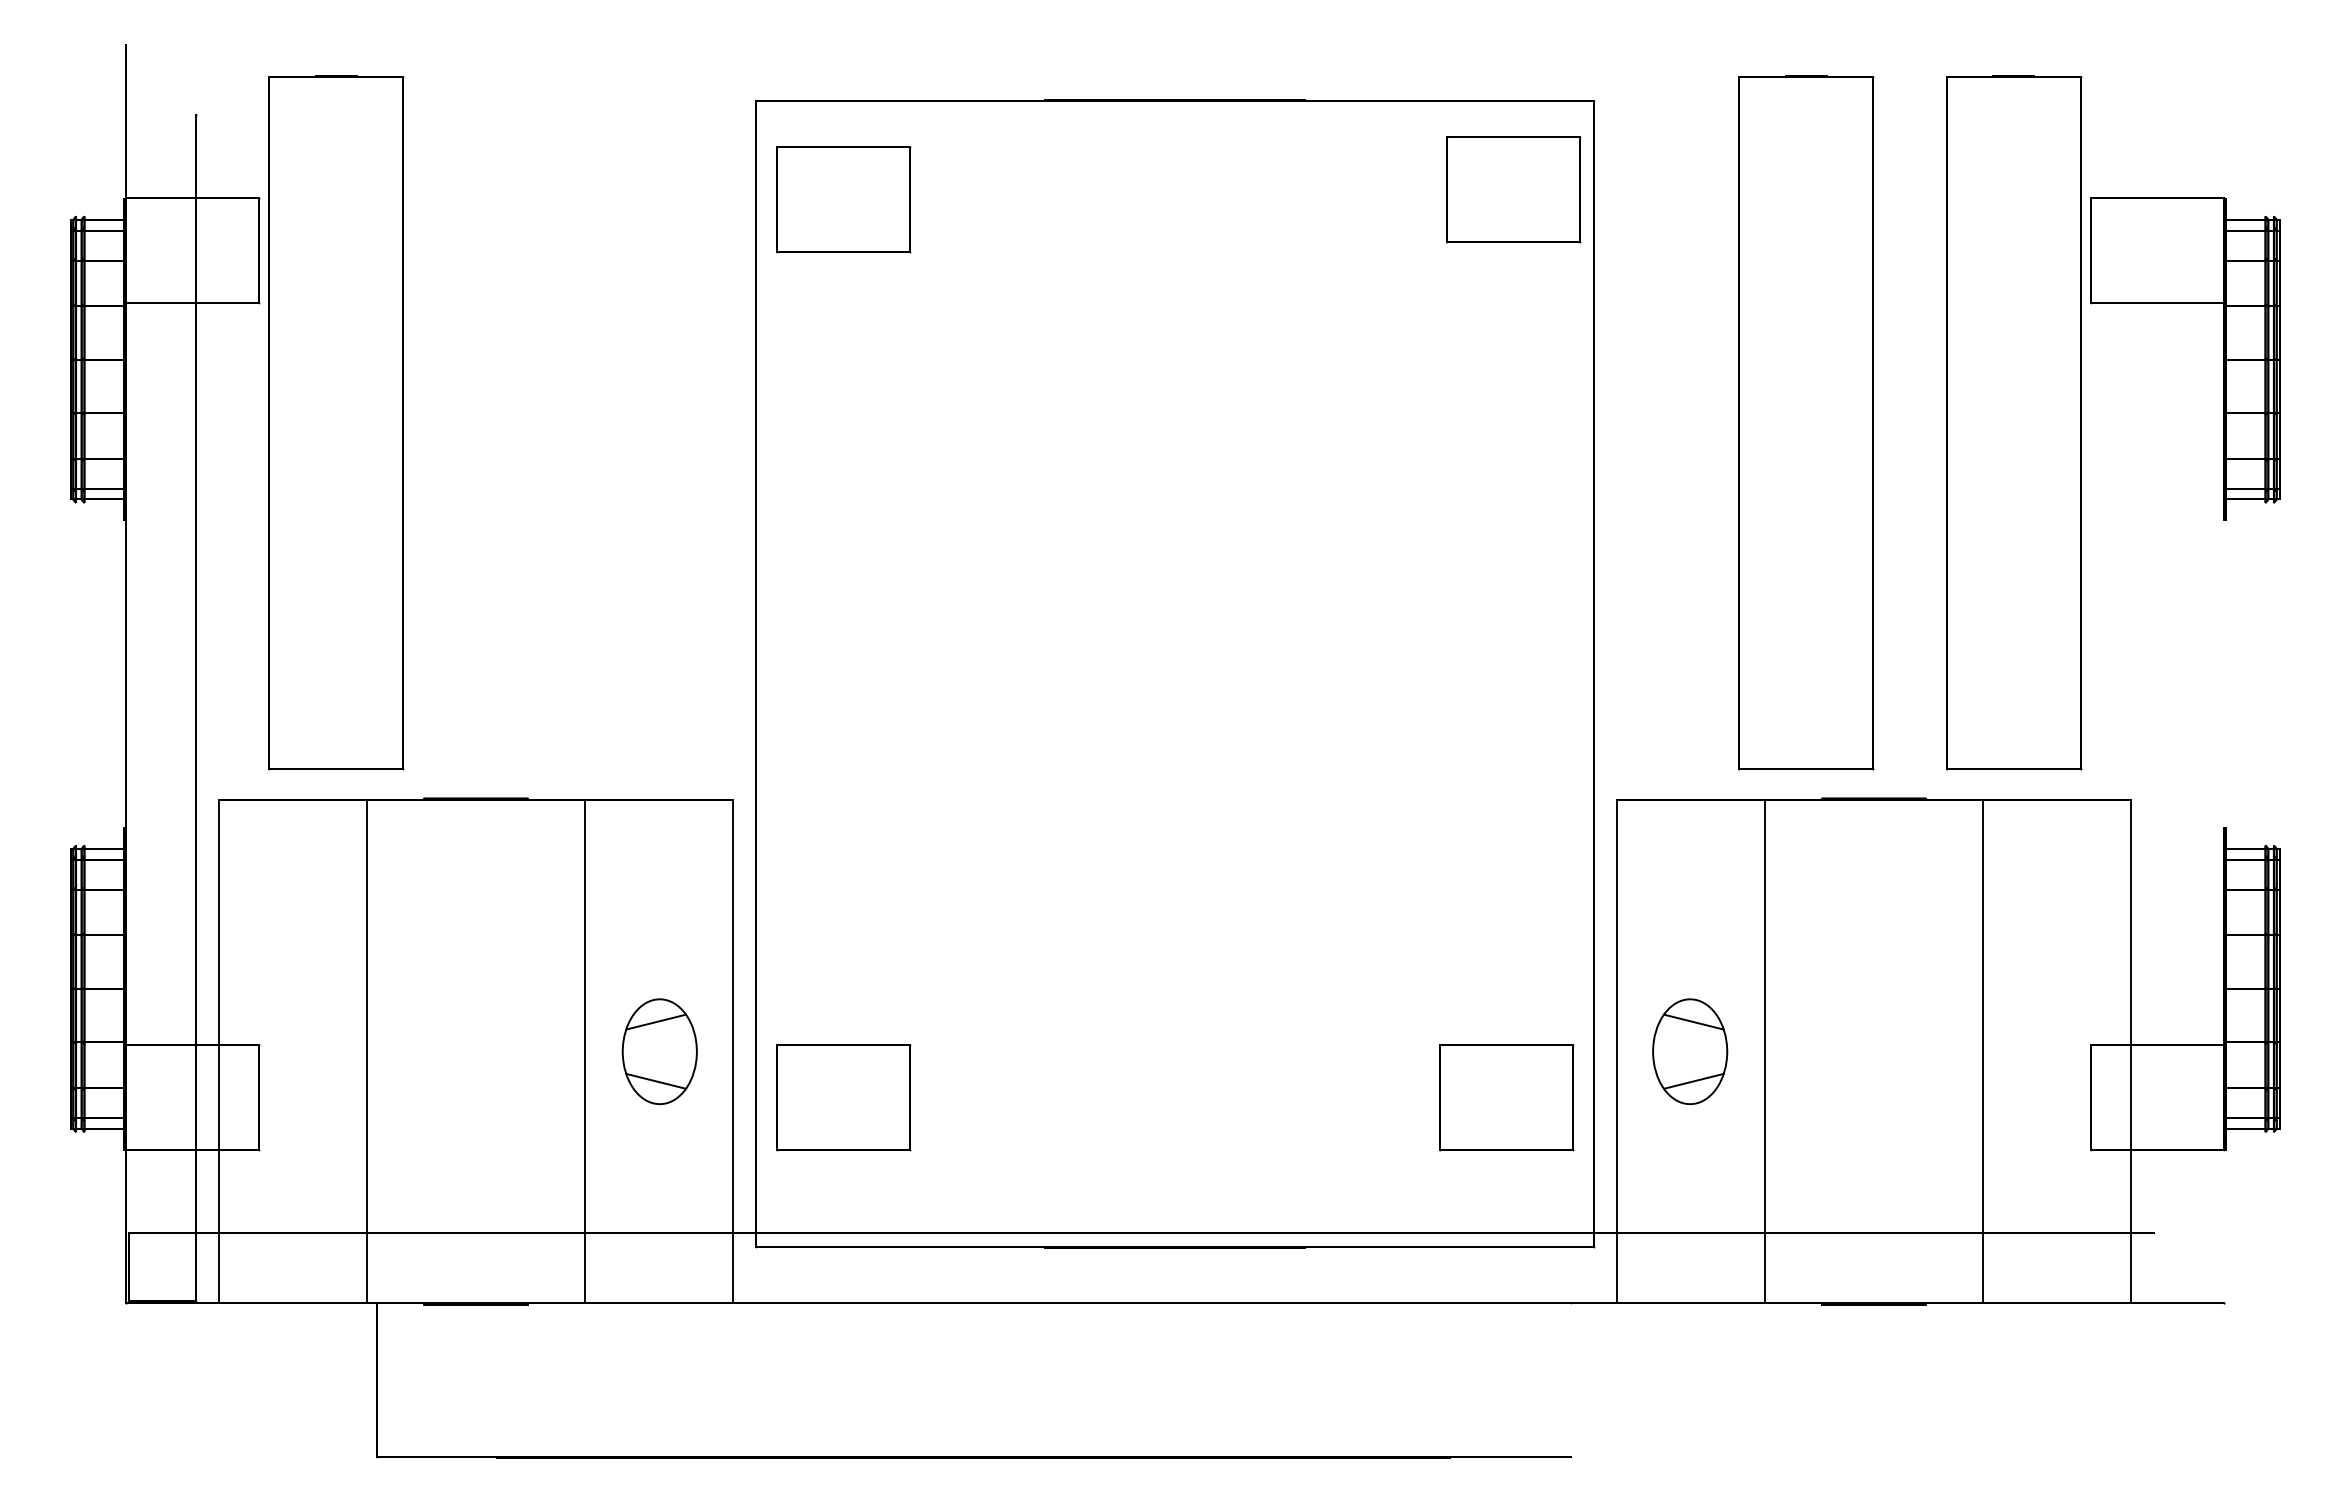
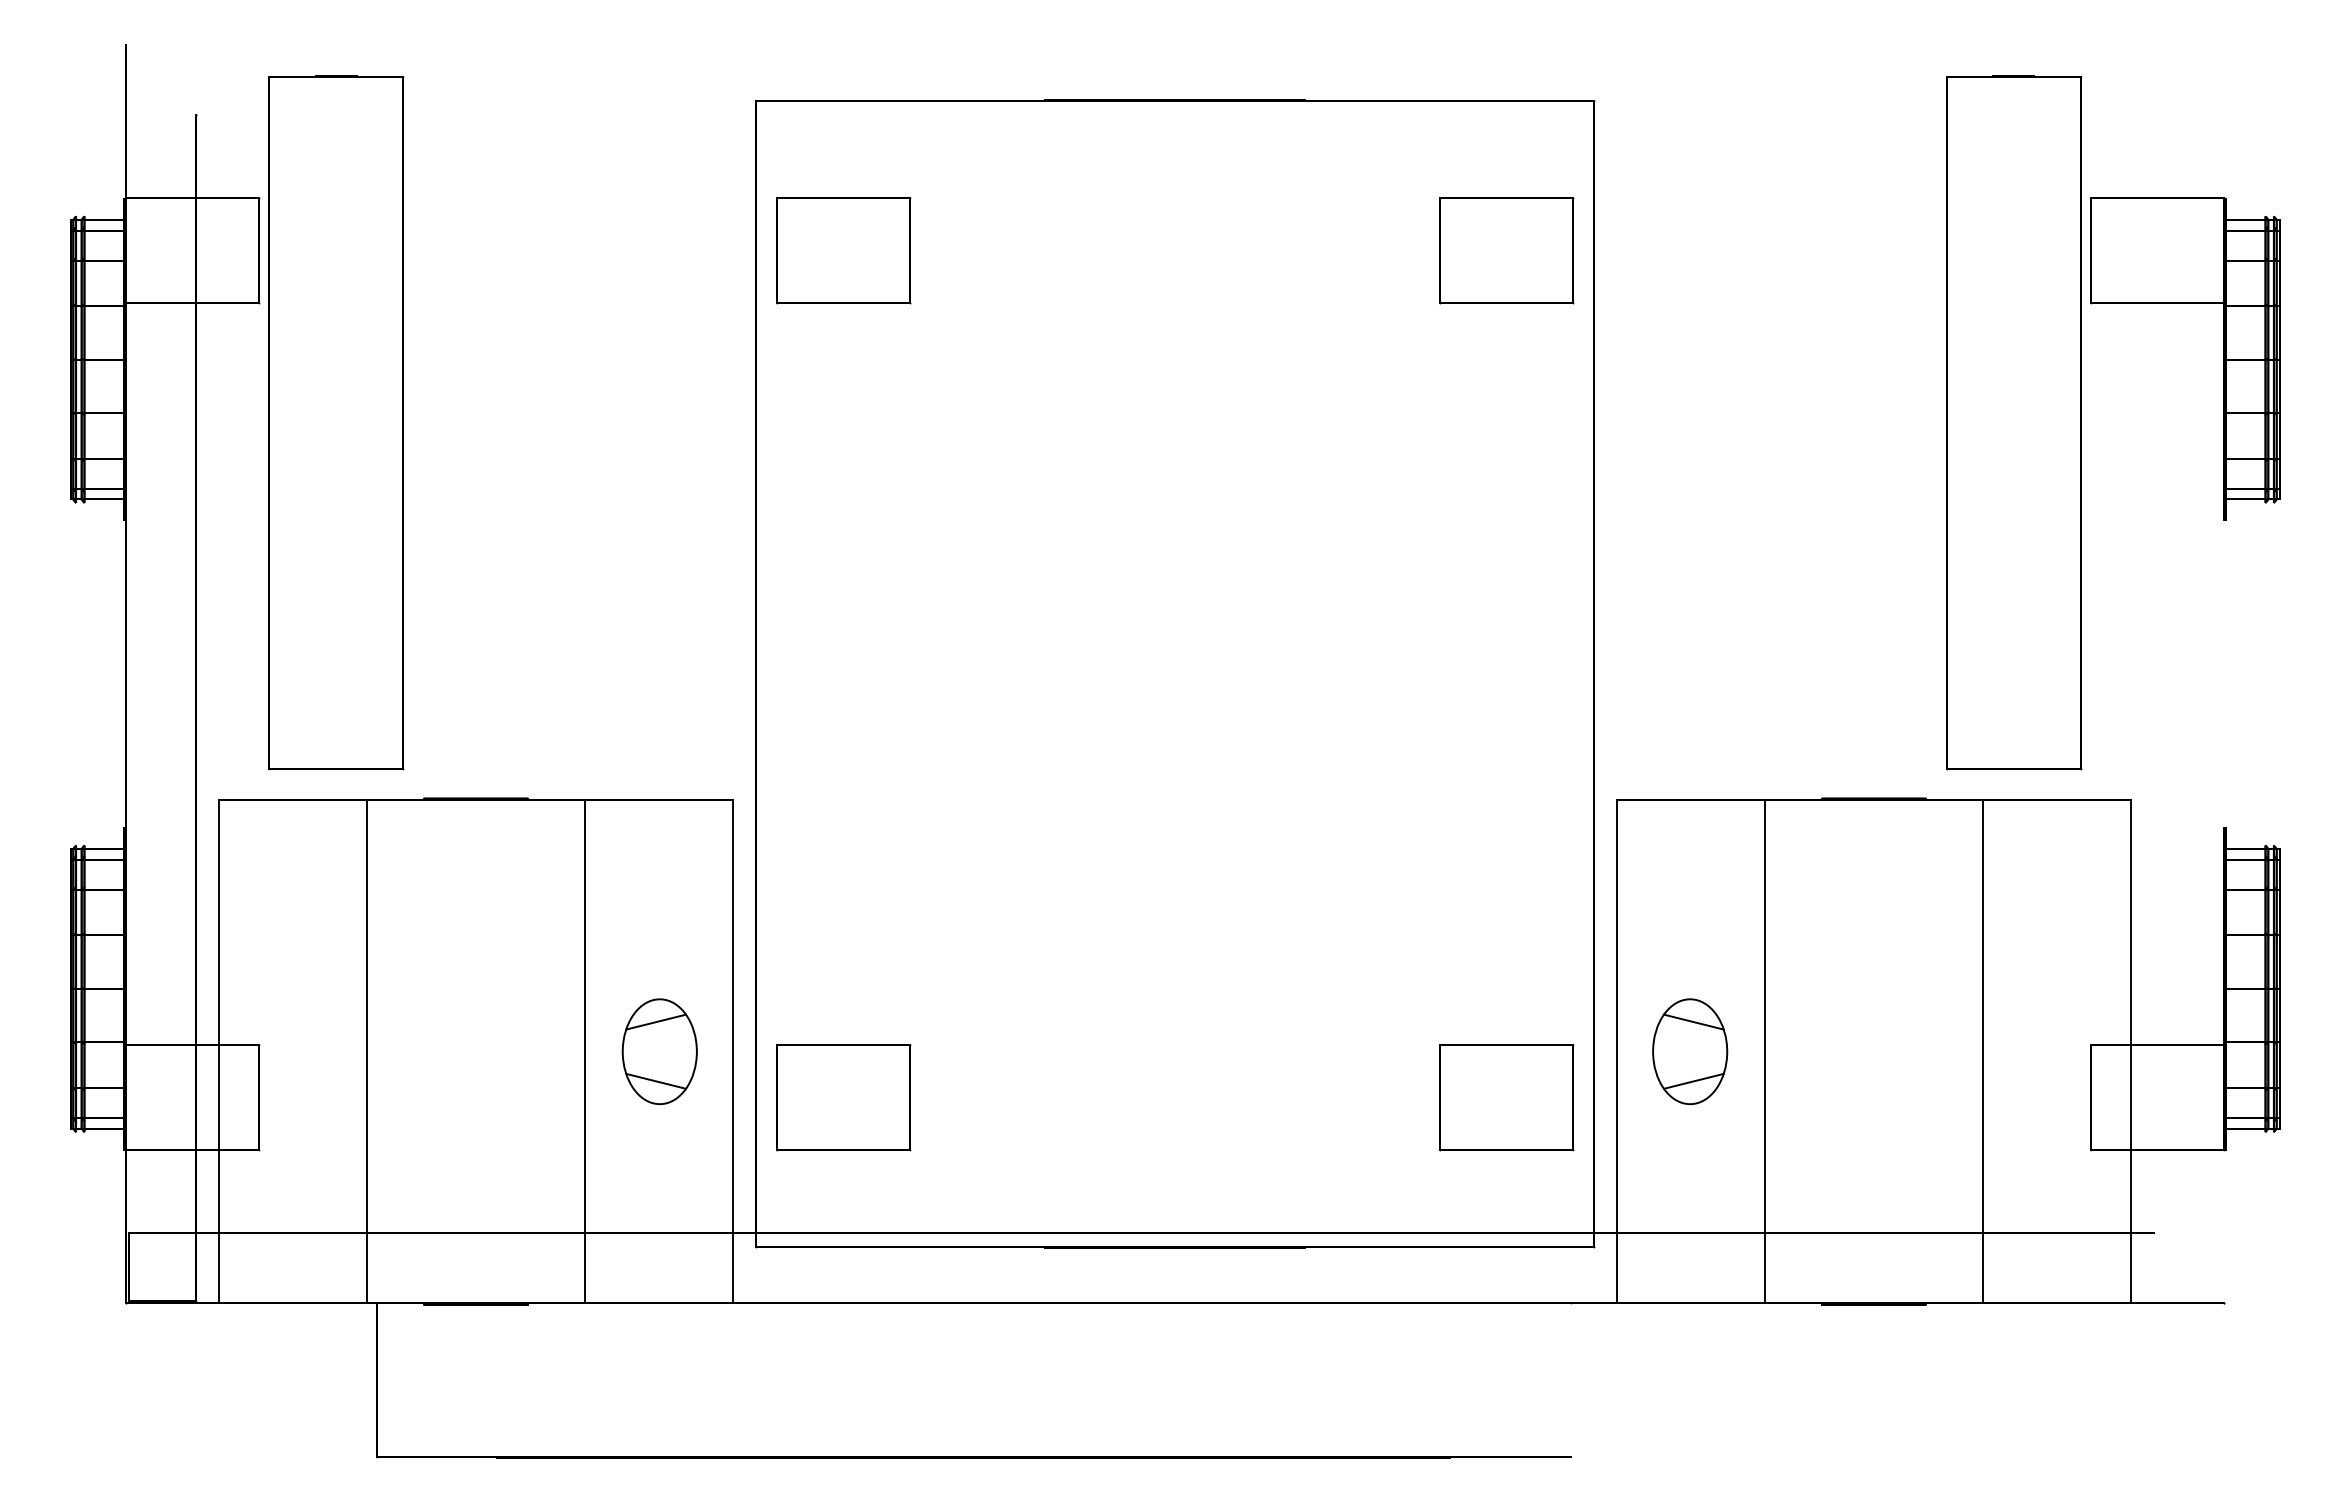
part at (1513, 189) position: (1513, 189) -> (1506, 250)
part at (843, 199) position: (843, 199) -> (843, 250)
part at (1806, 422): present -> none
